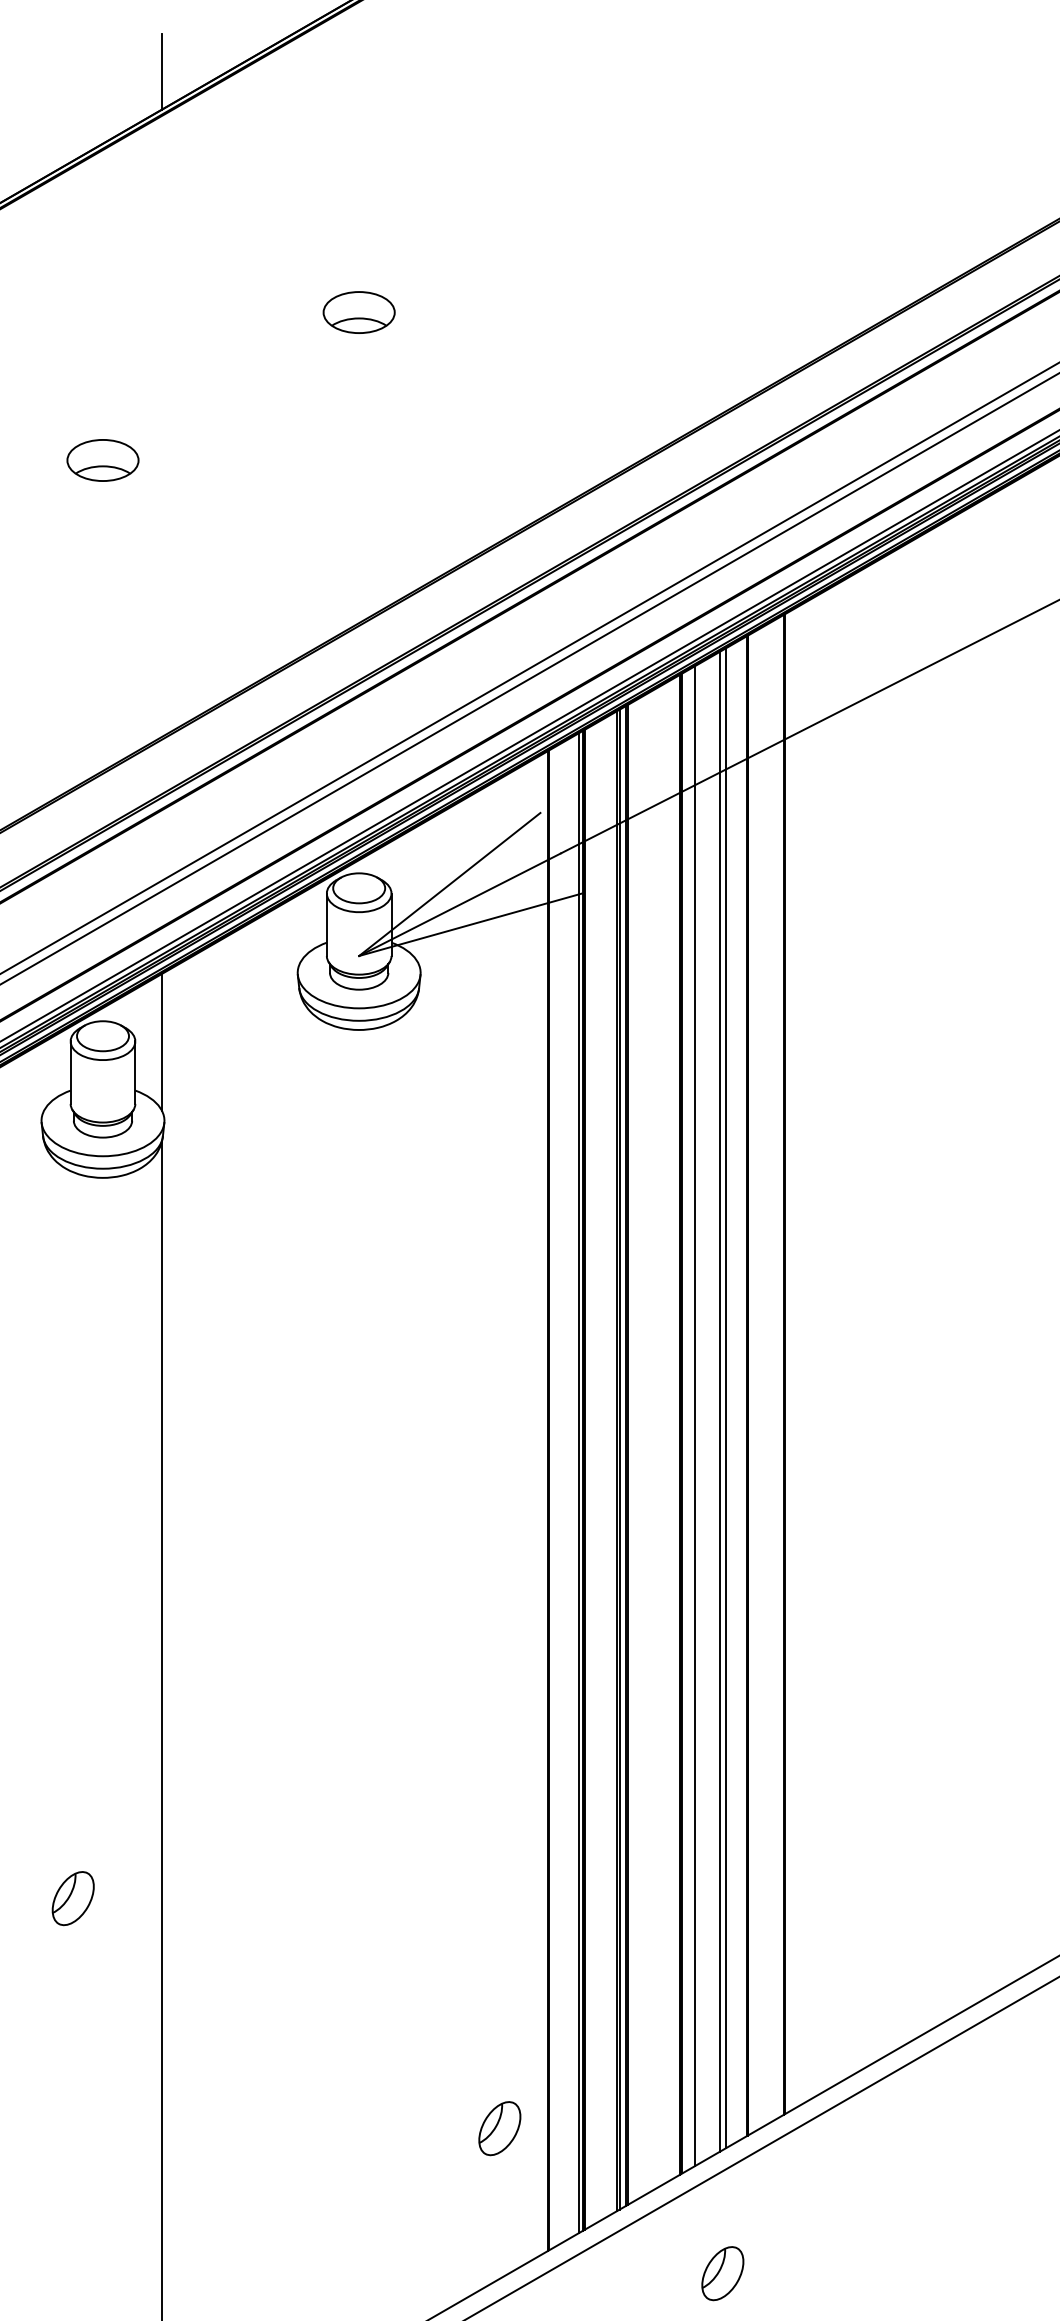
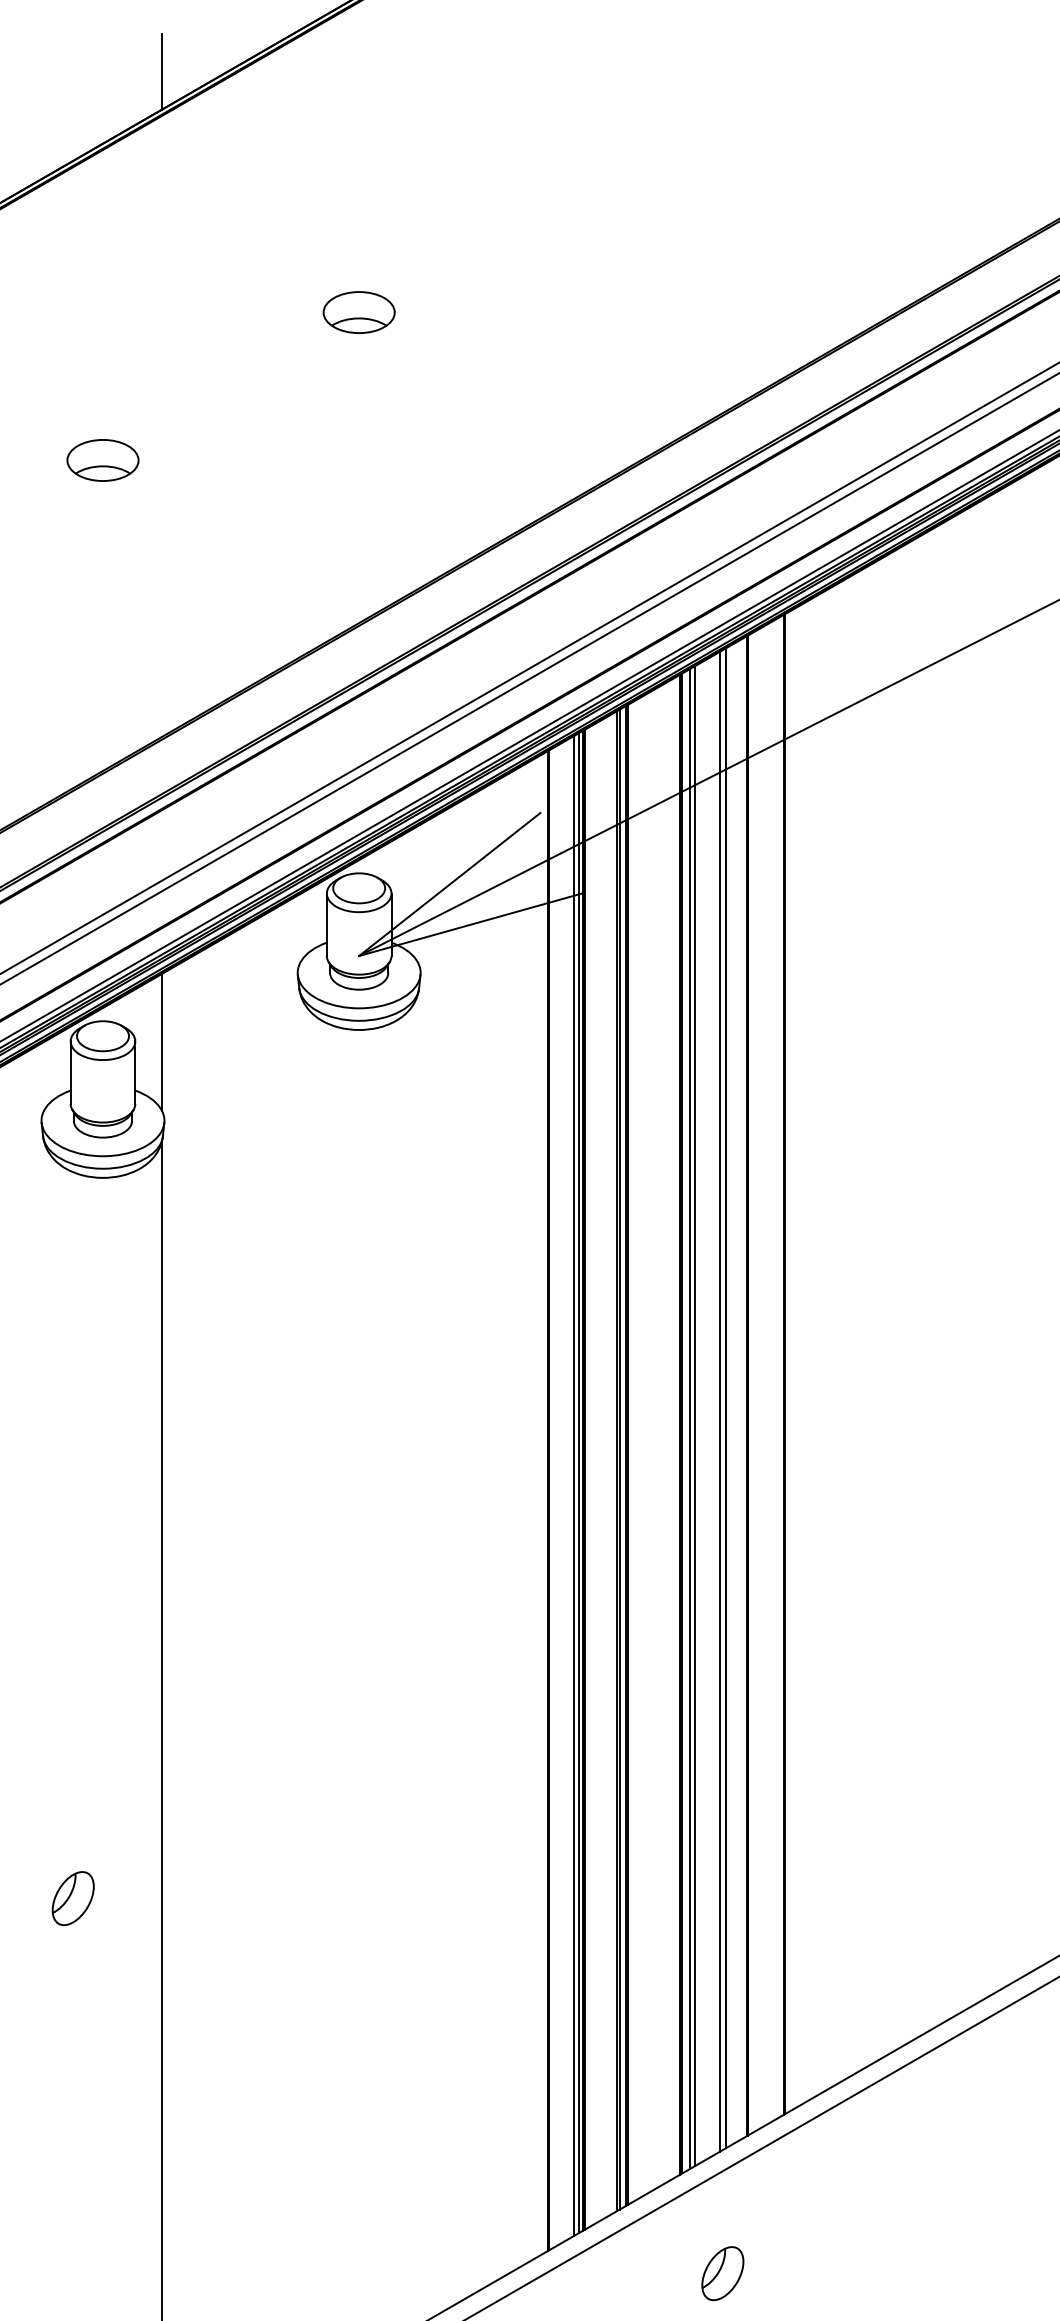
line at (689, 1419): none -> present
line at (573, 1486): none -> present
part at (499, 2128): present -> none
